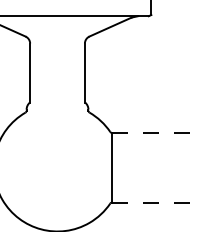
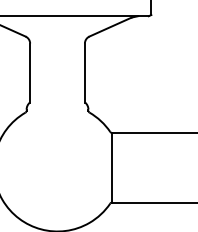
line at (155, 132): dashed -> solid
line at (155, 202): dashed -> solid
